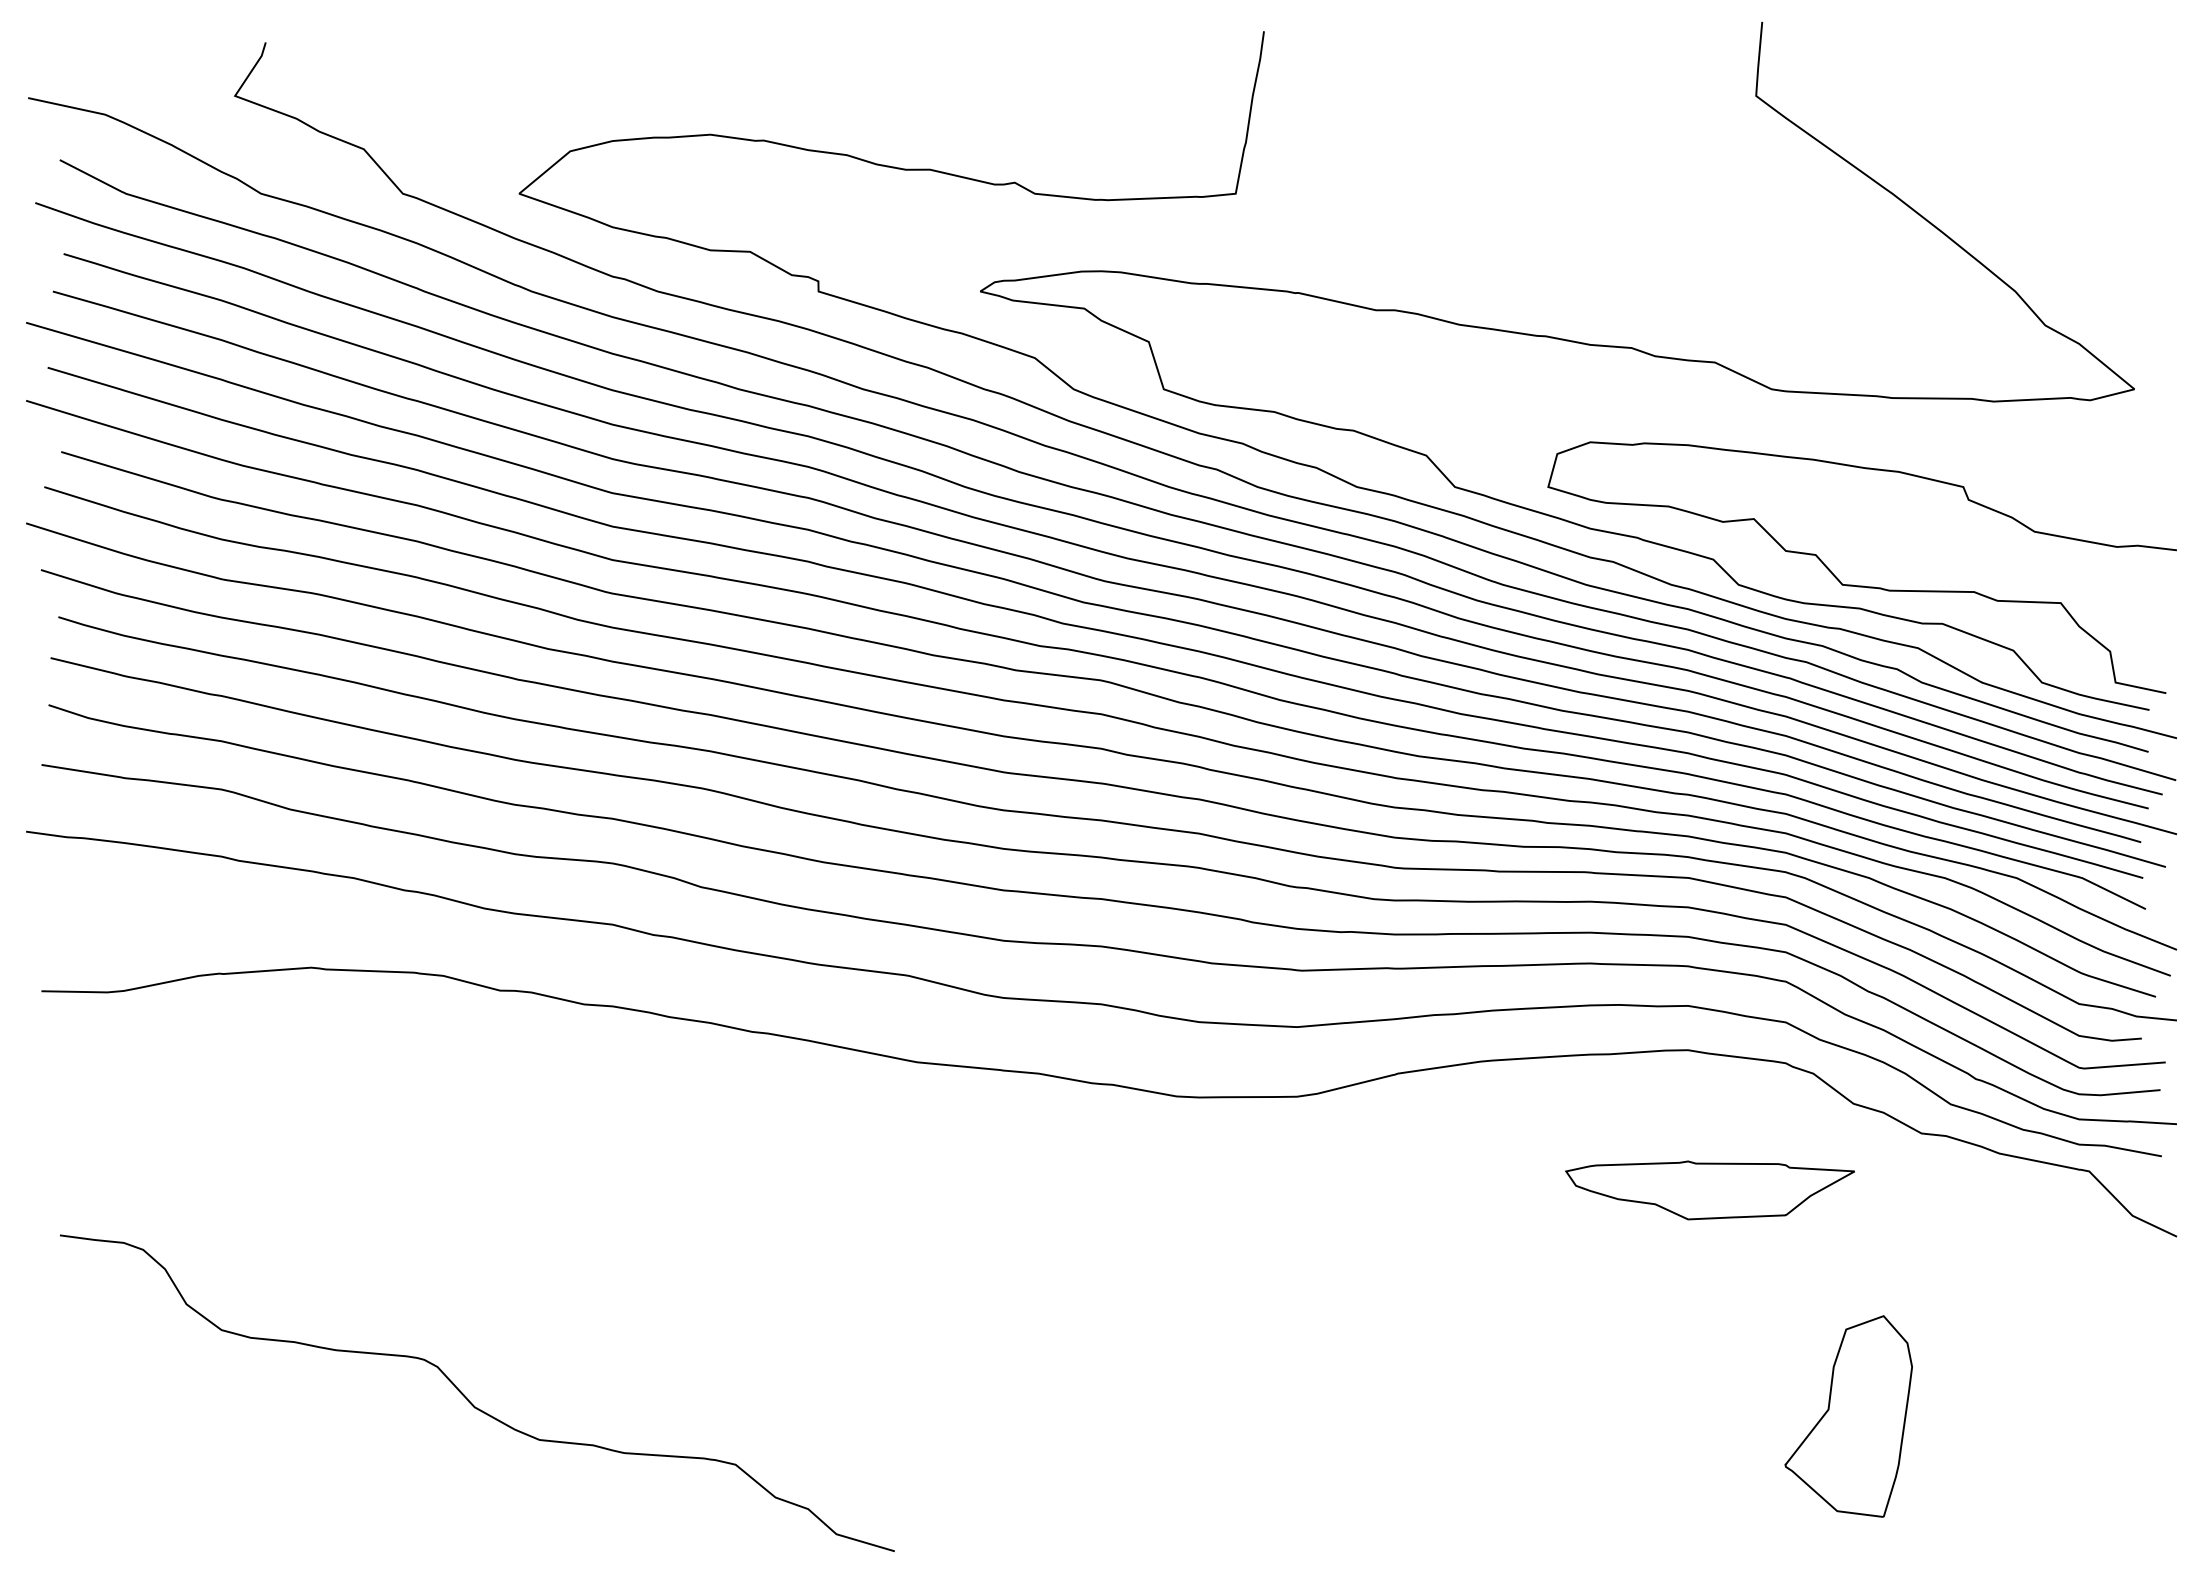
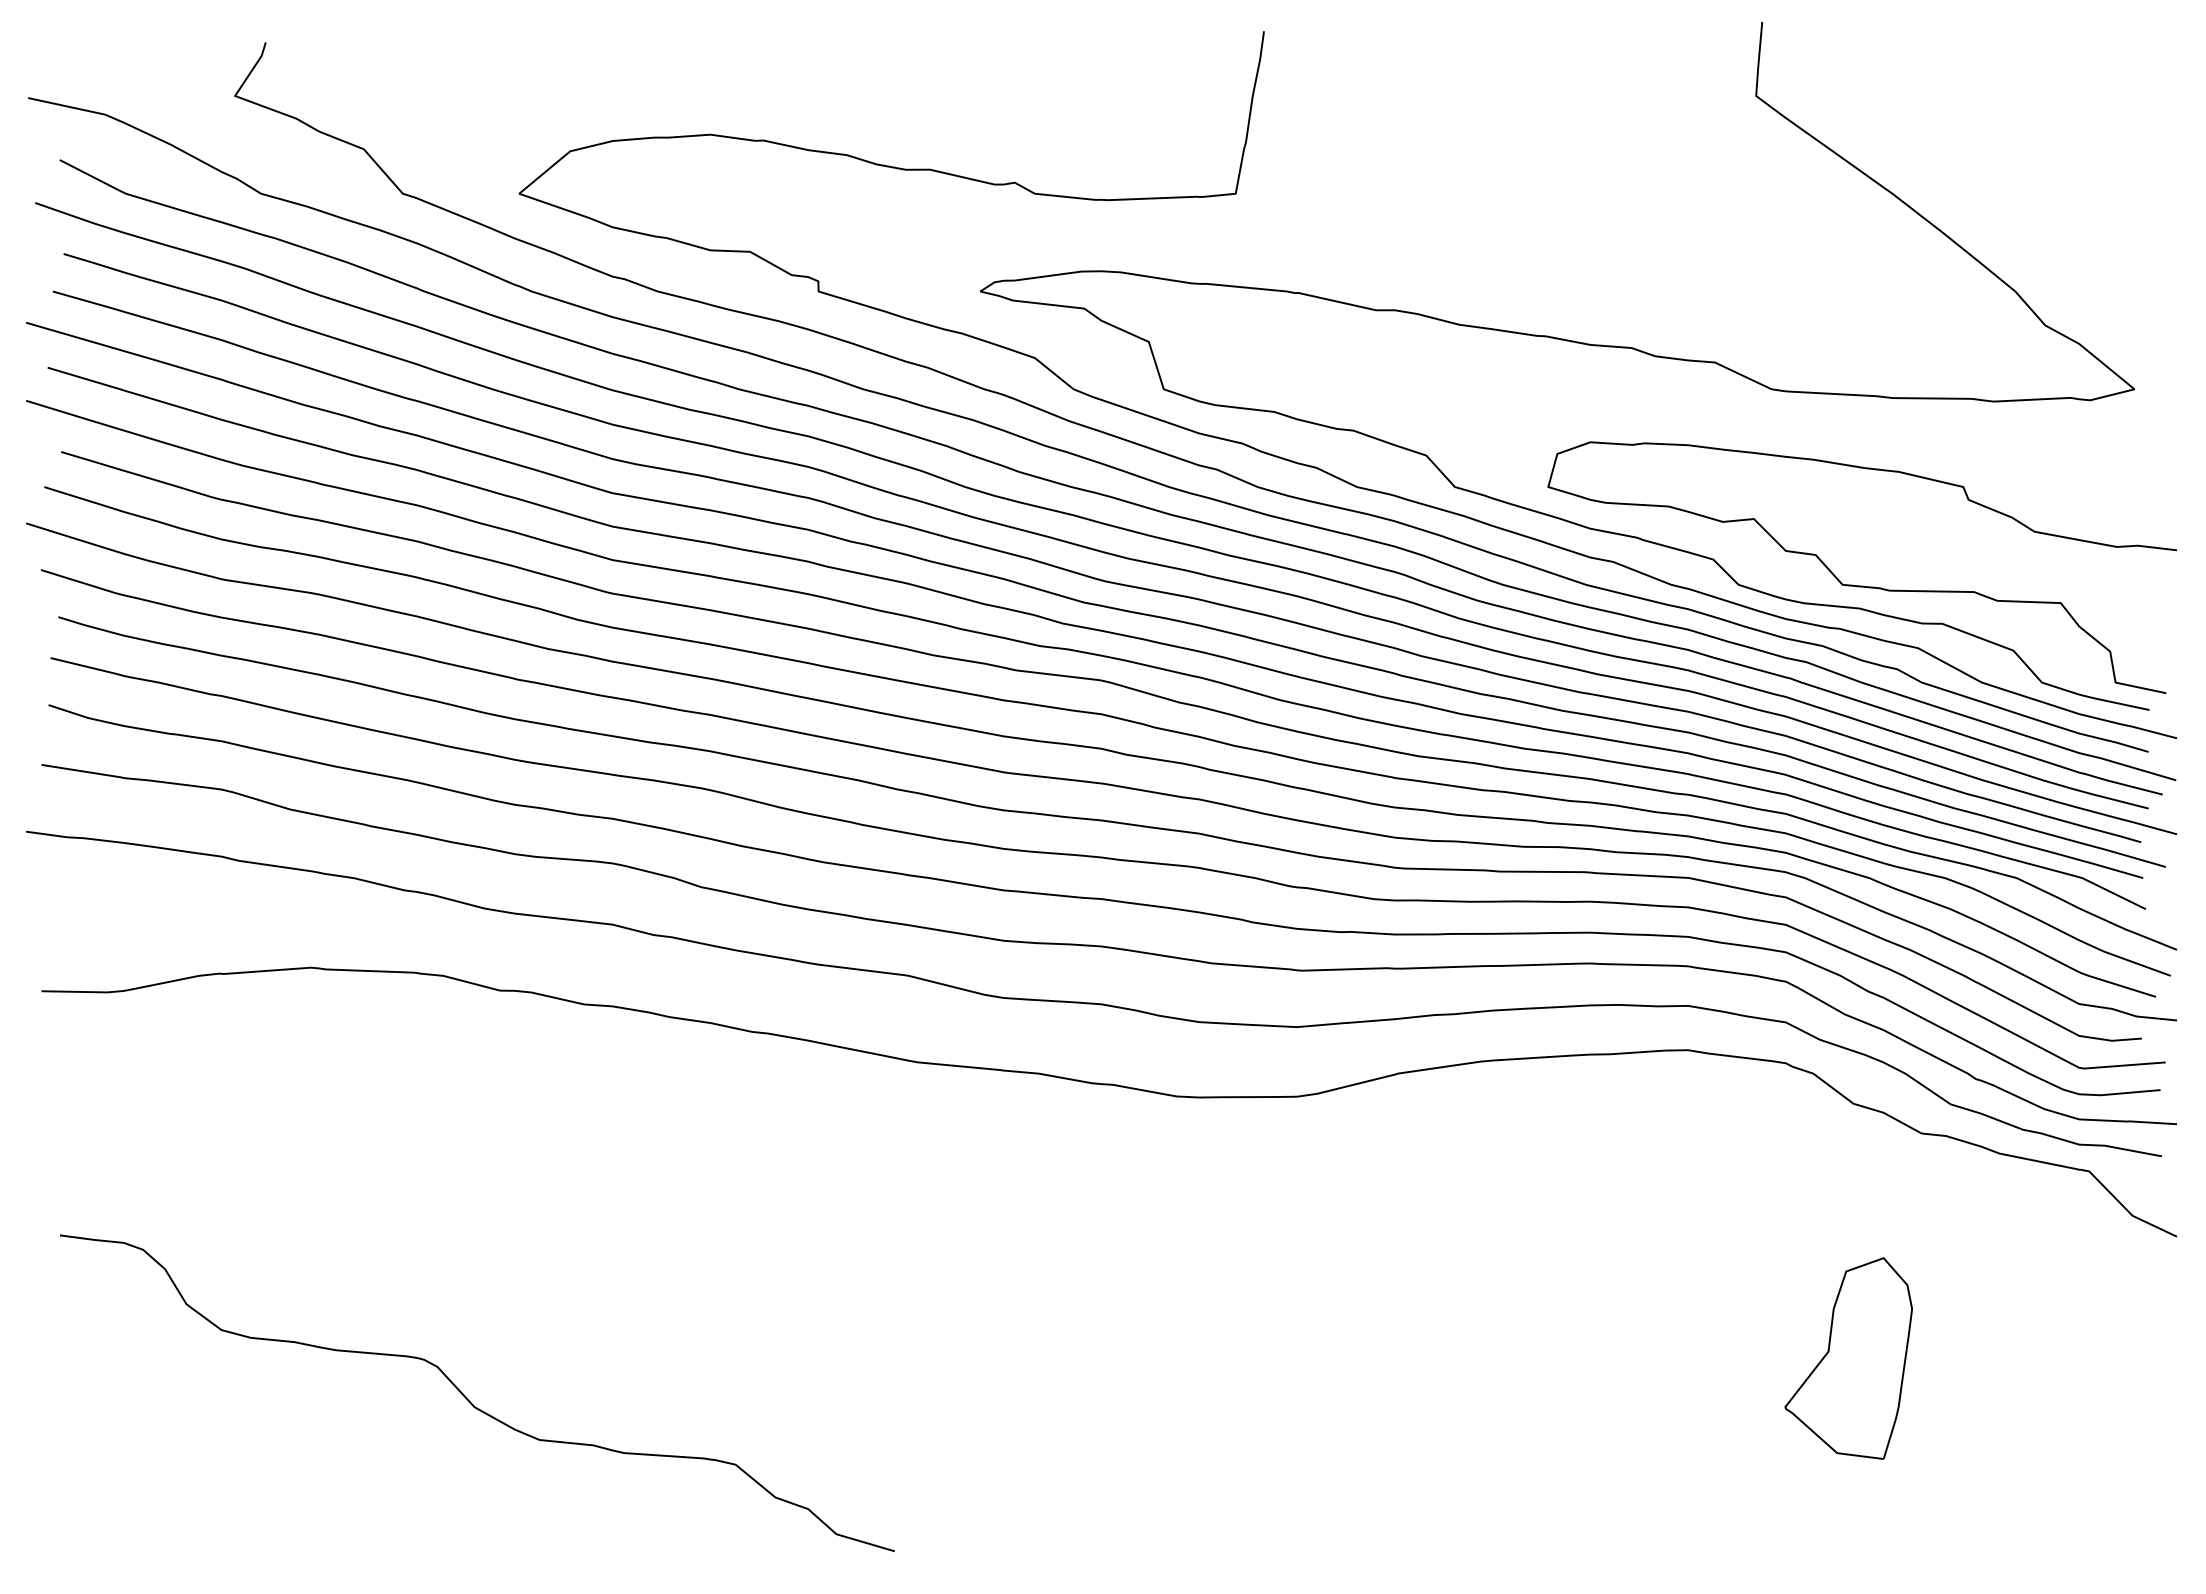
part at (1709, 1190): present -> none
part at (1848, 1416) position: (1848, 1416) -> (1848, 1358)
